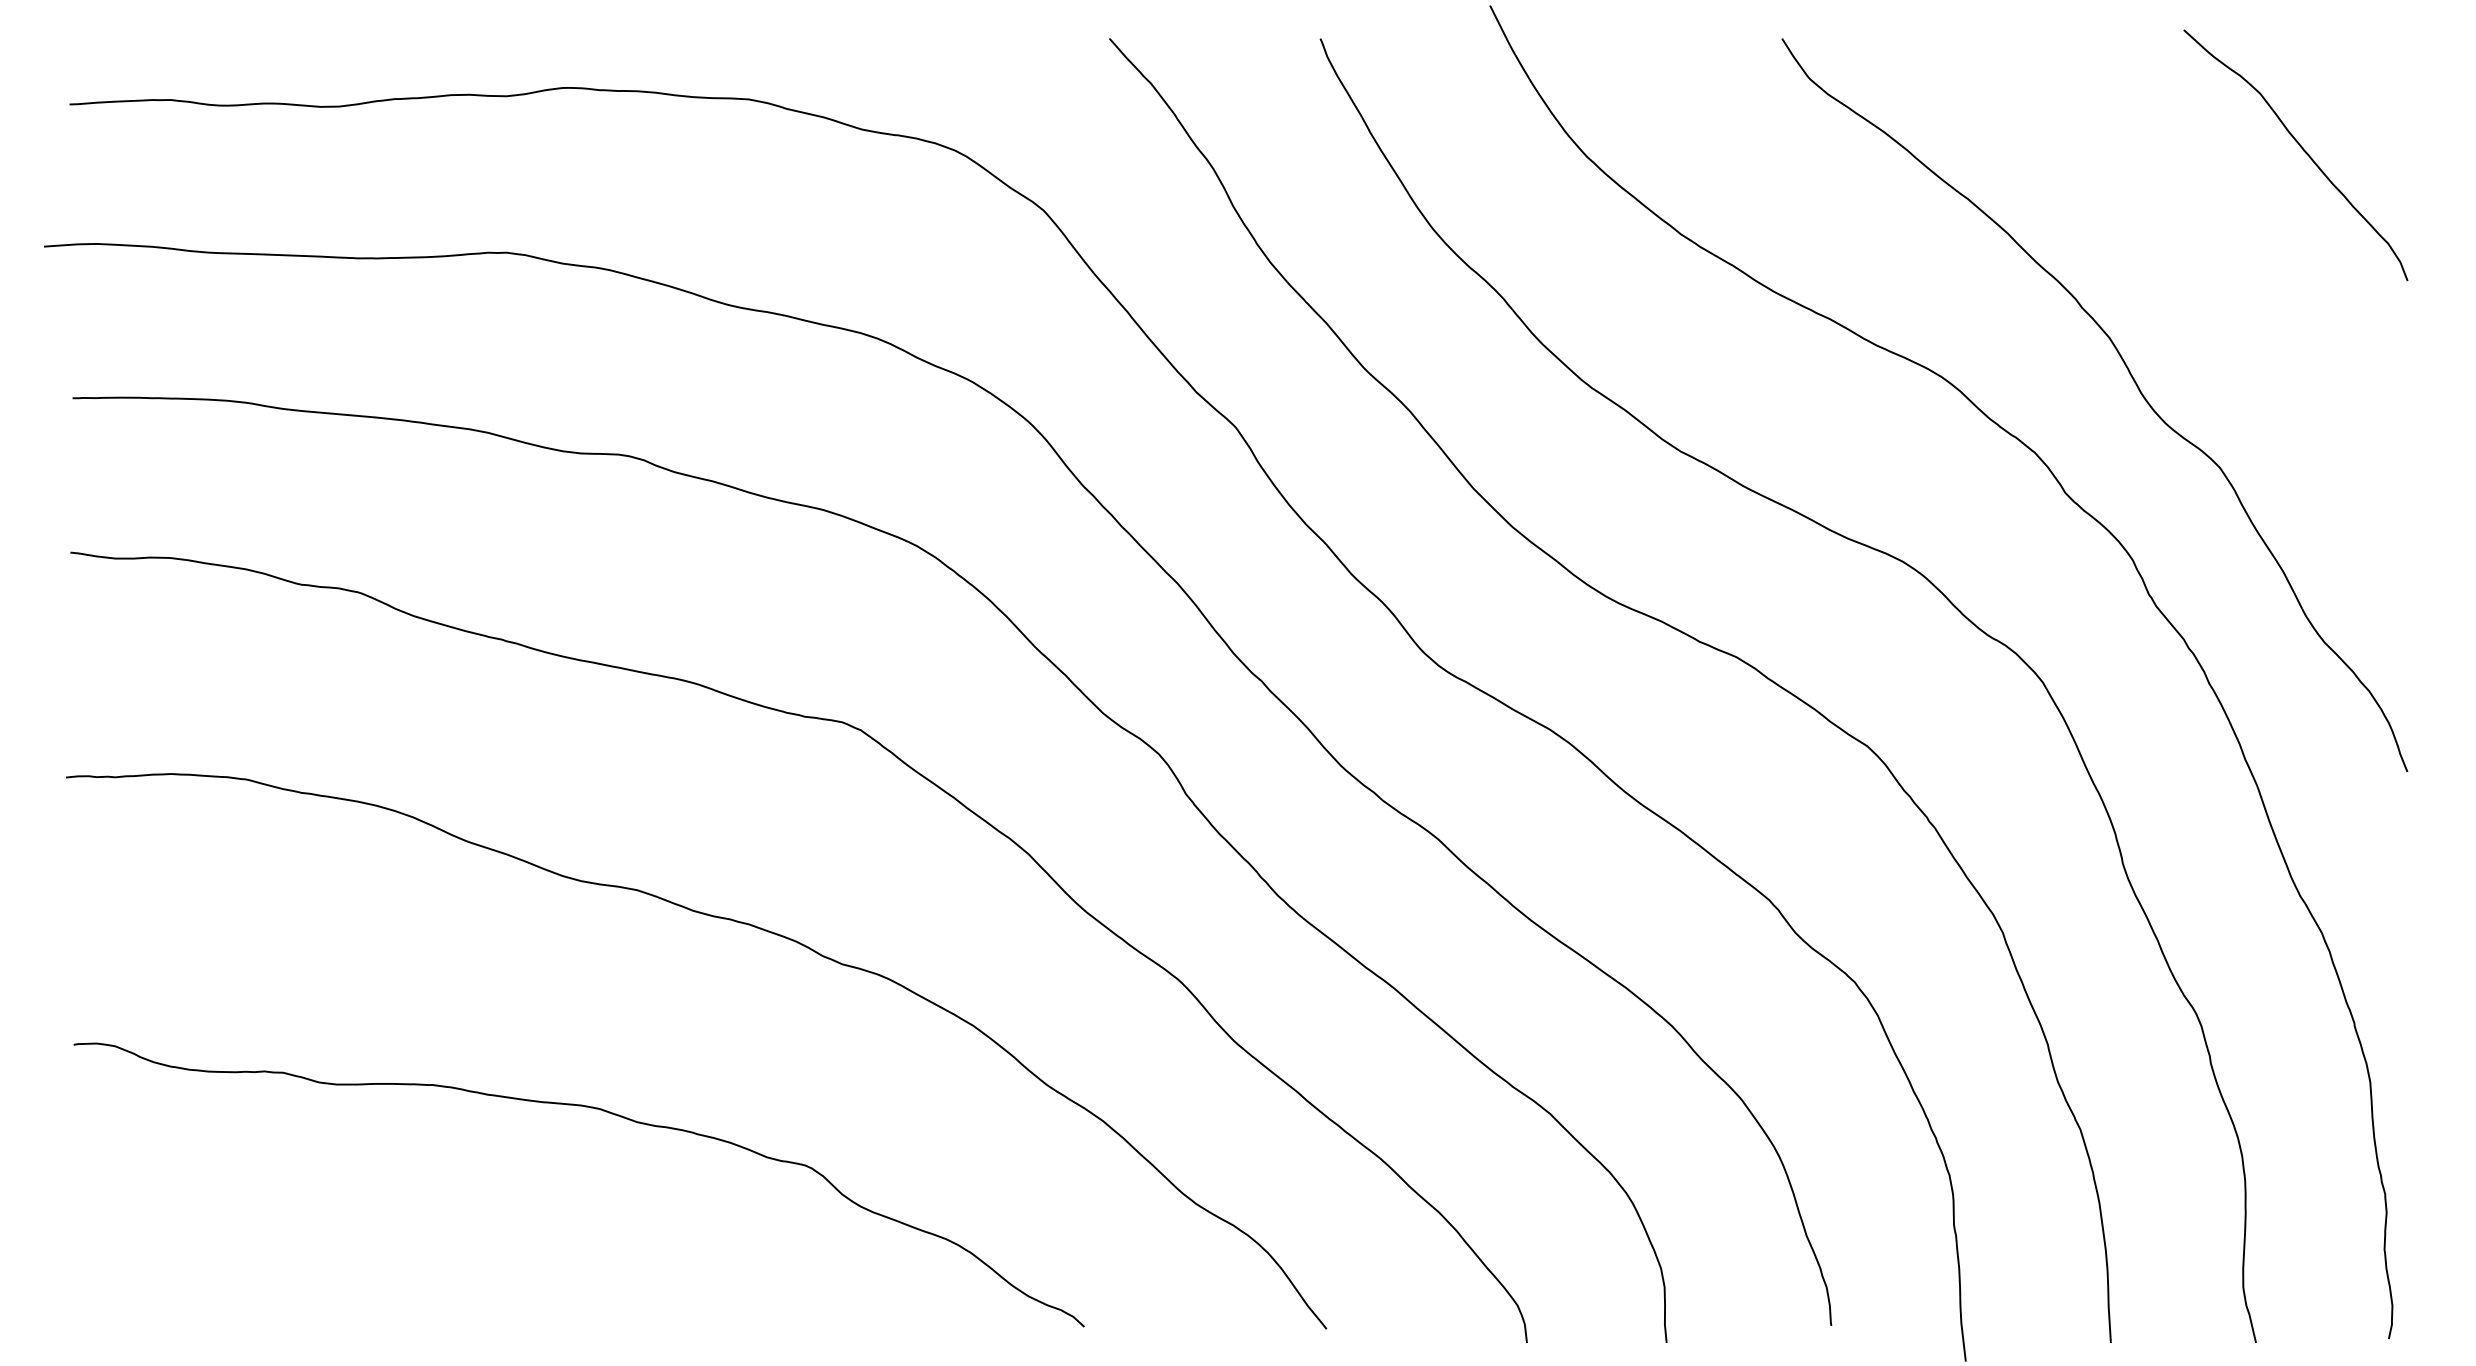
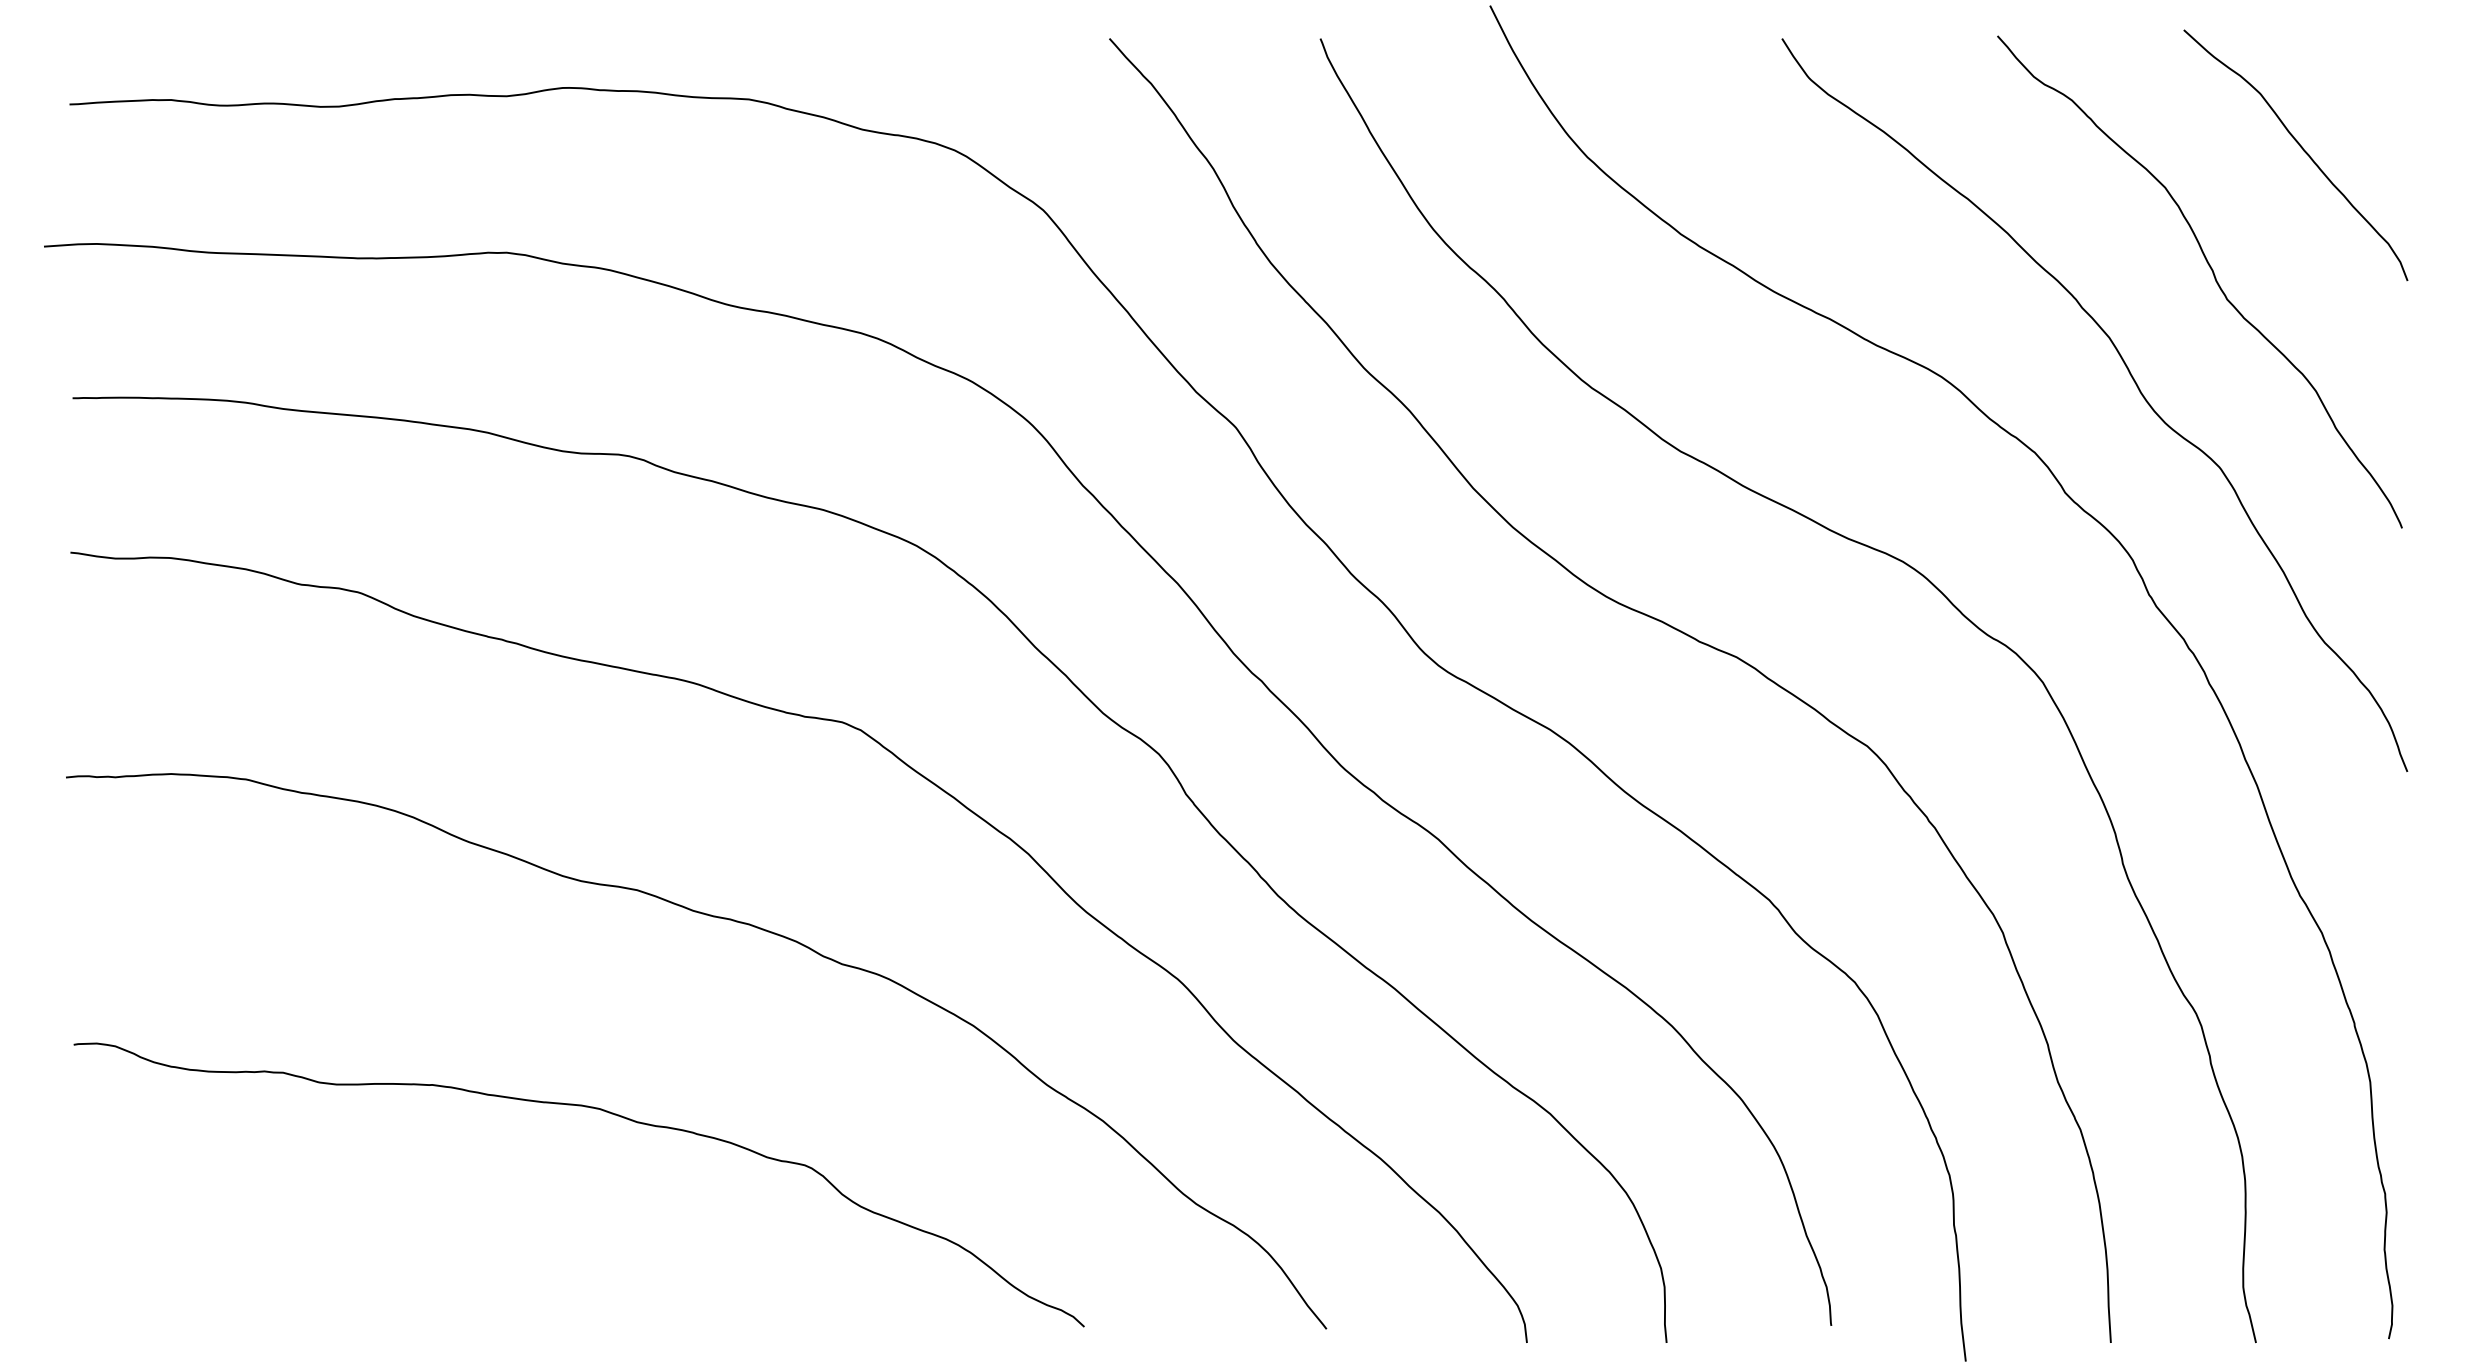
curve at (2213, 276): none -> present
